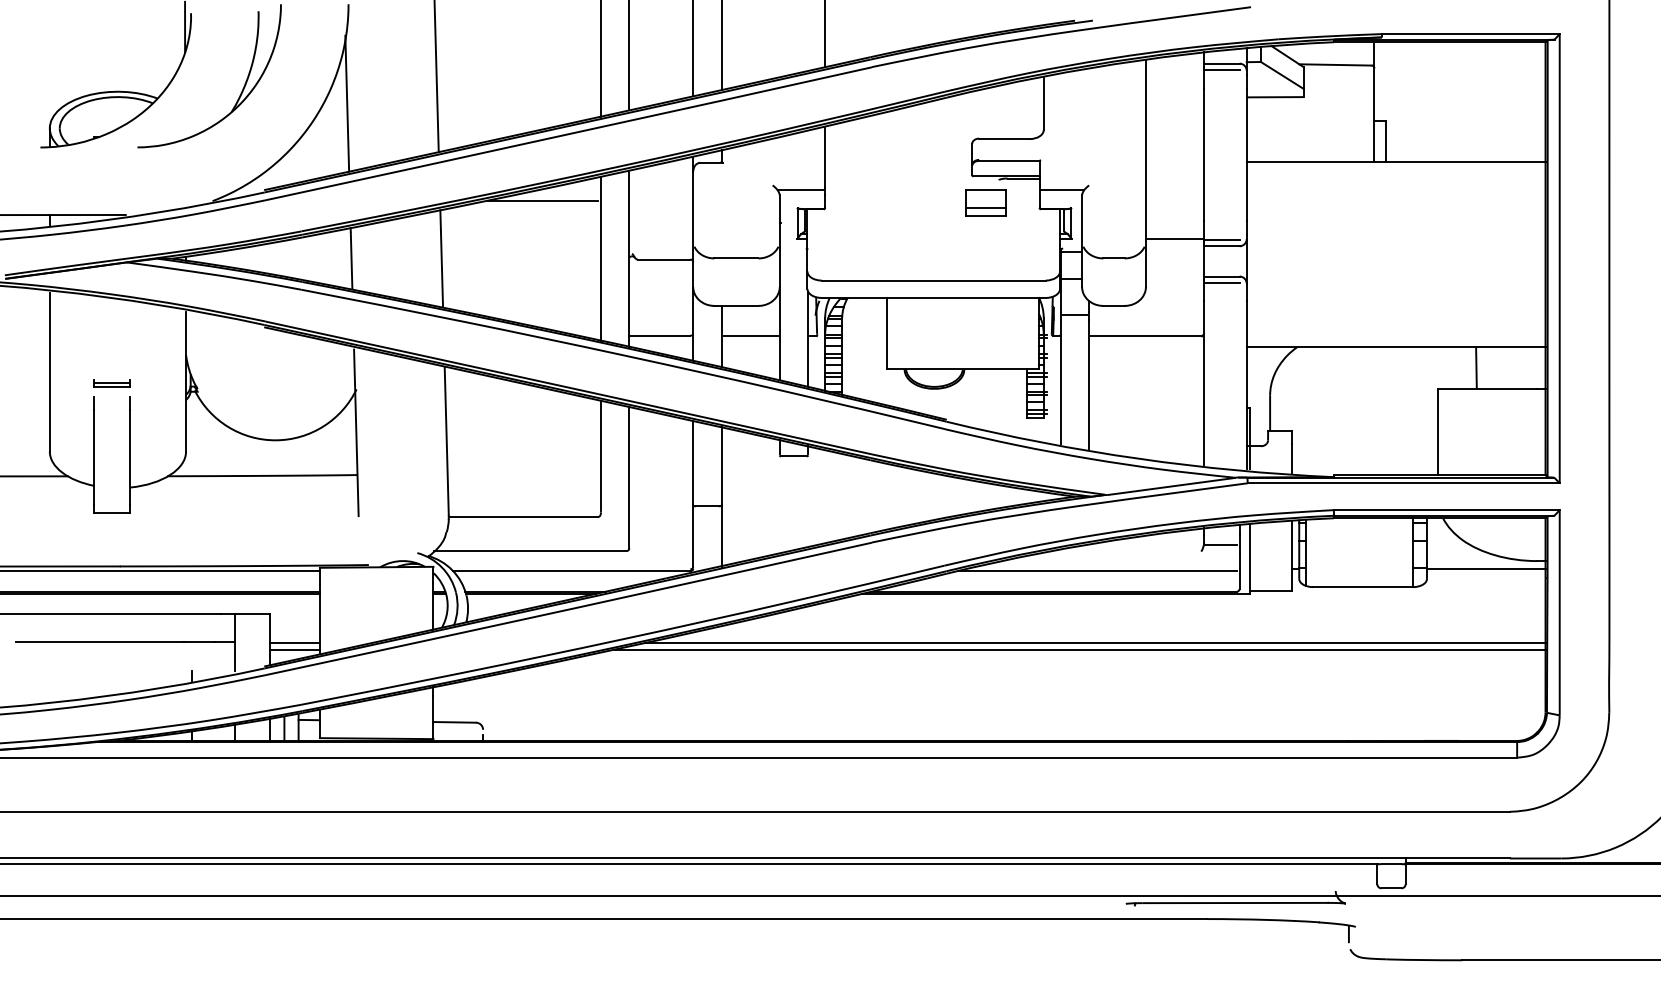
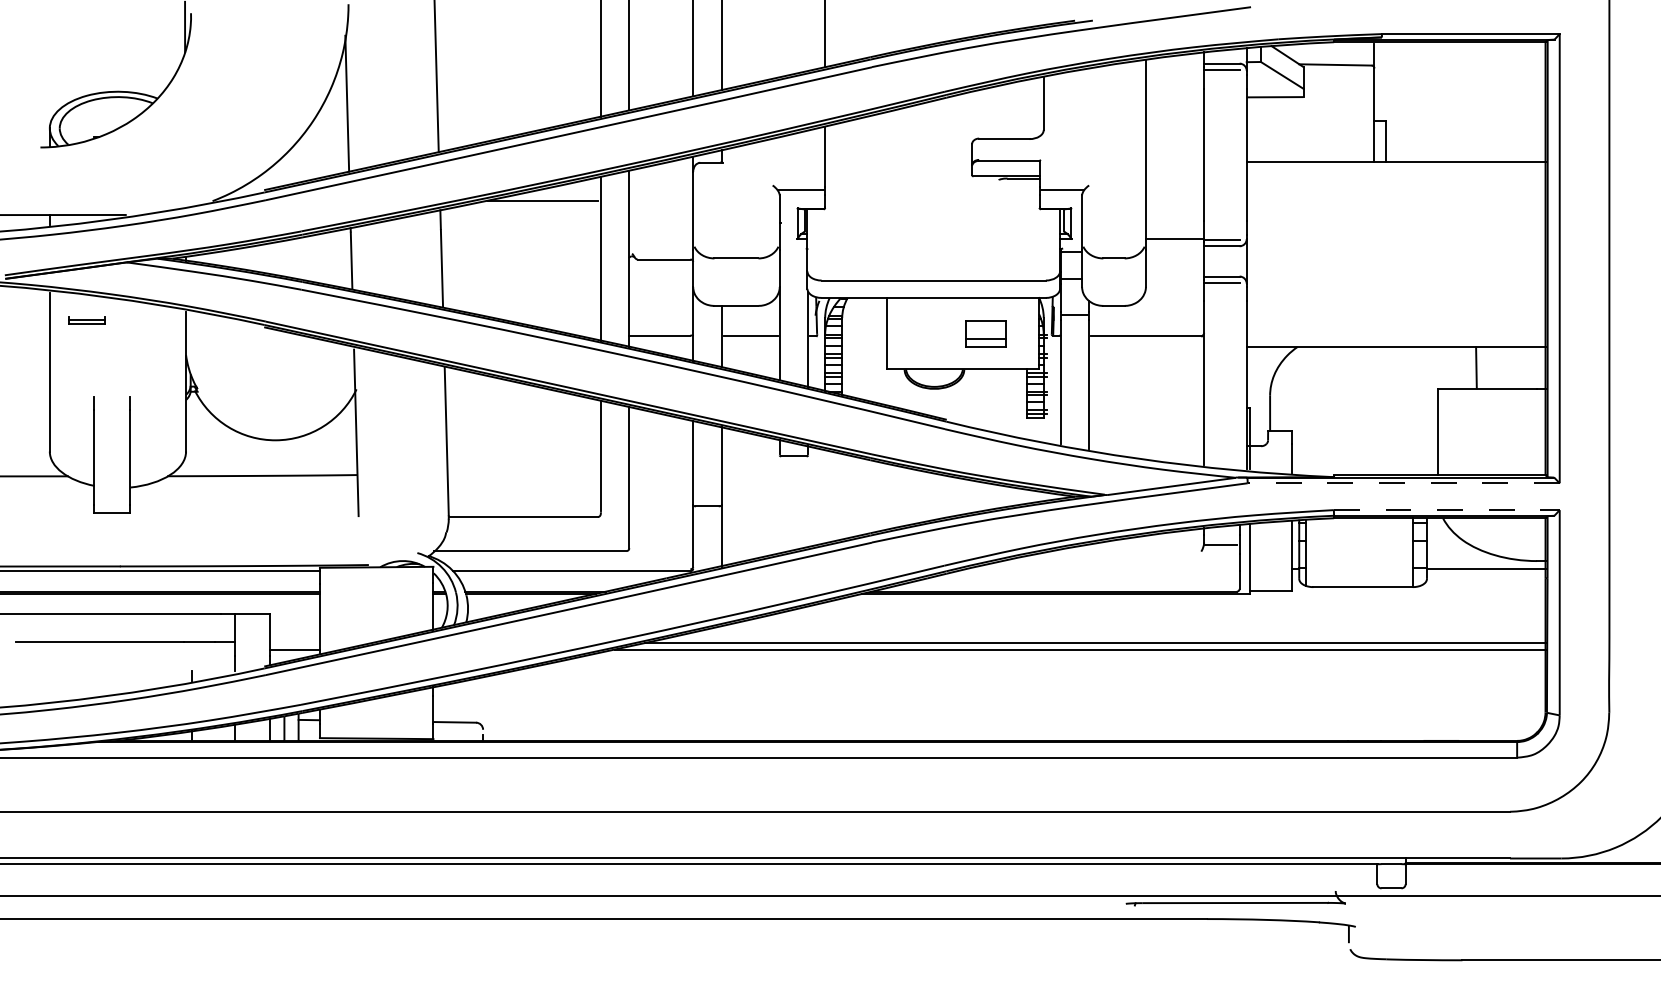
part at (241, 90): present -> none
part at (985, 202) position: (985, 202) -> (985, 333)
part at (111, 383) position: (111, 383) -> (86, 320)
line at (1403, 483): solid -> dashed
line at (1446, 510): solid -> dashed
line at (1097, 571): present -> none
line at (294, 642): present -> none
